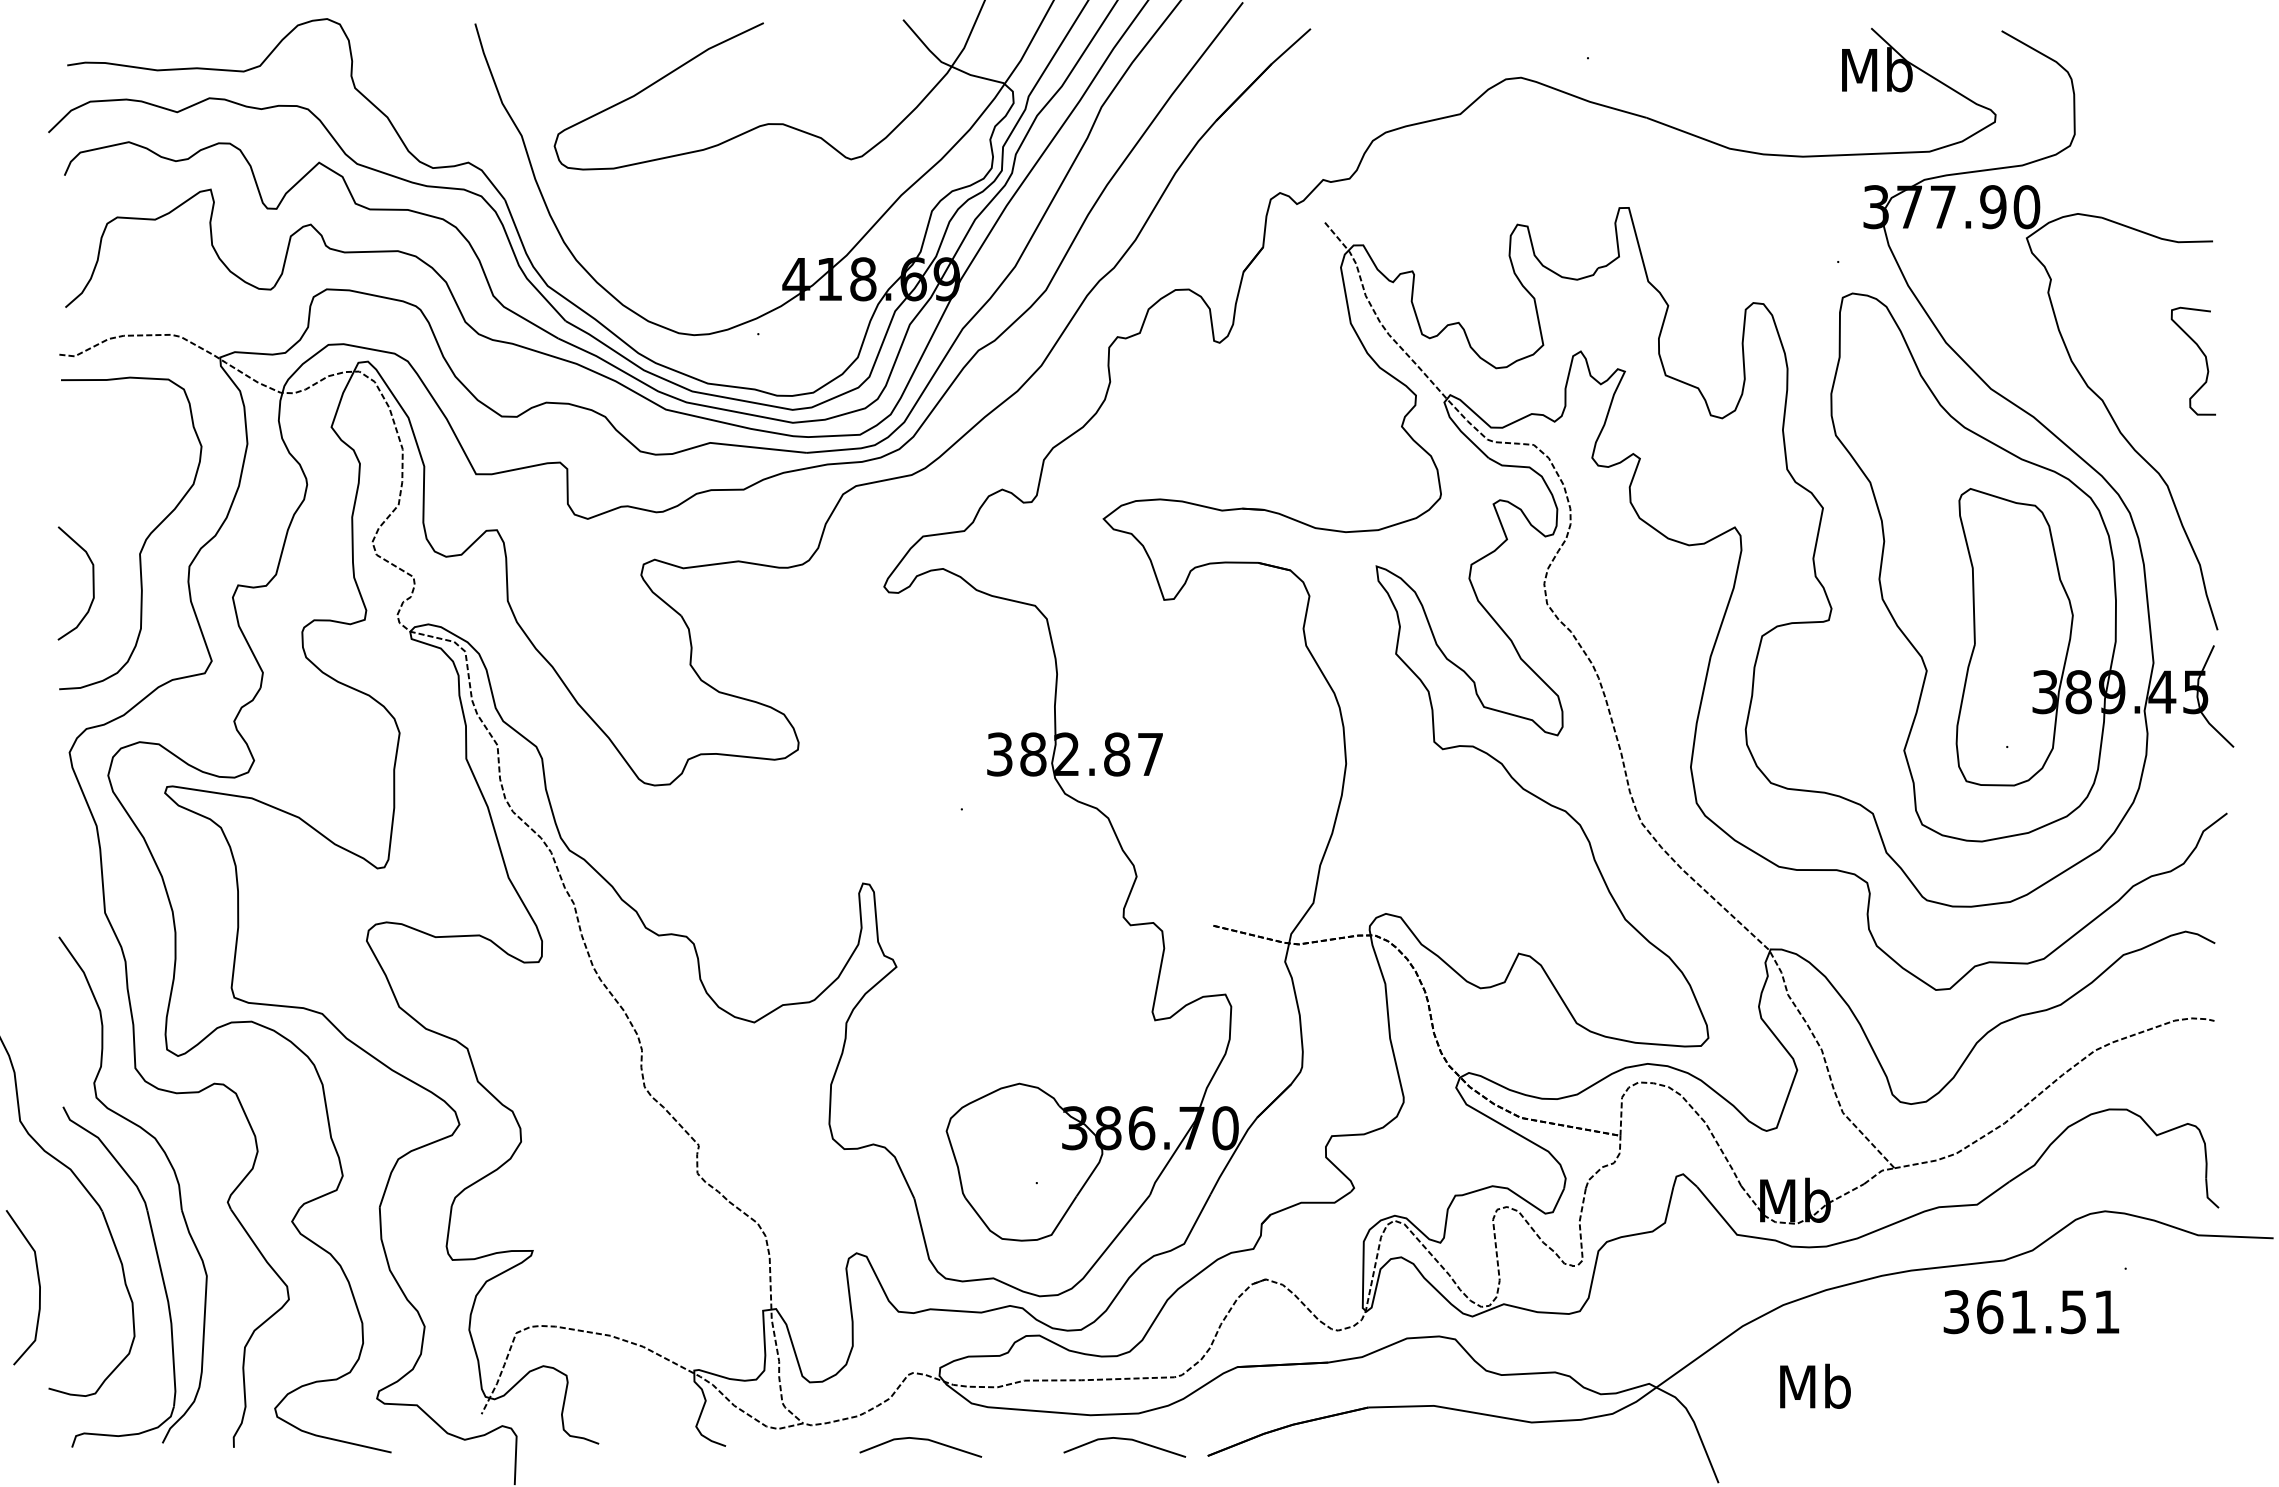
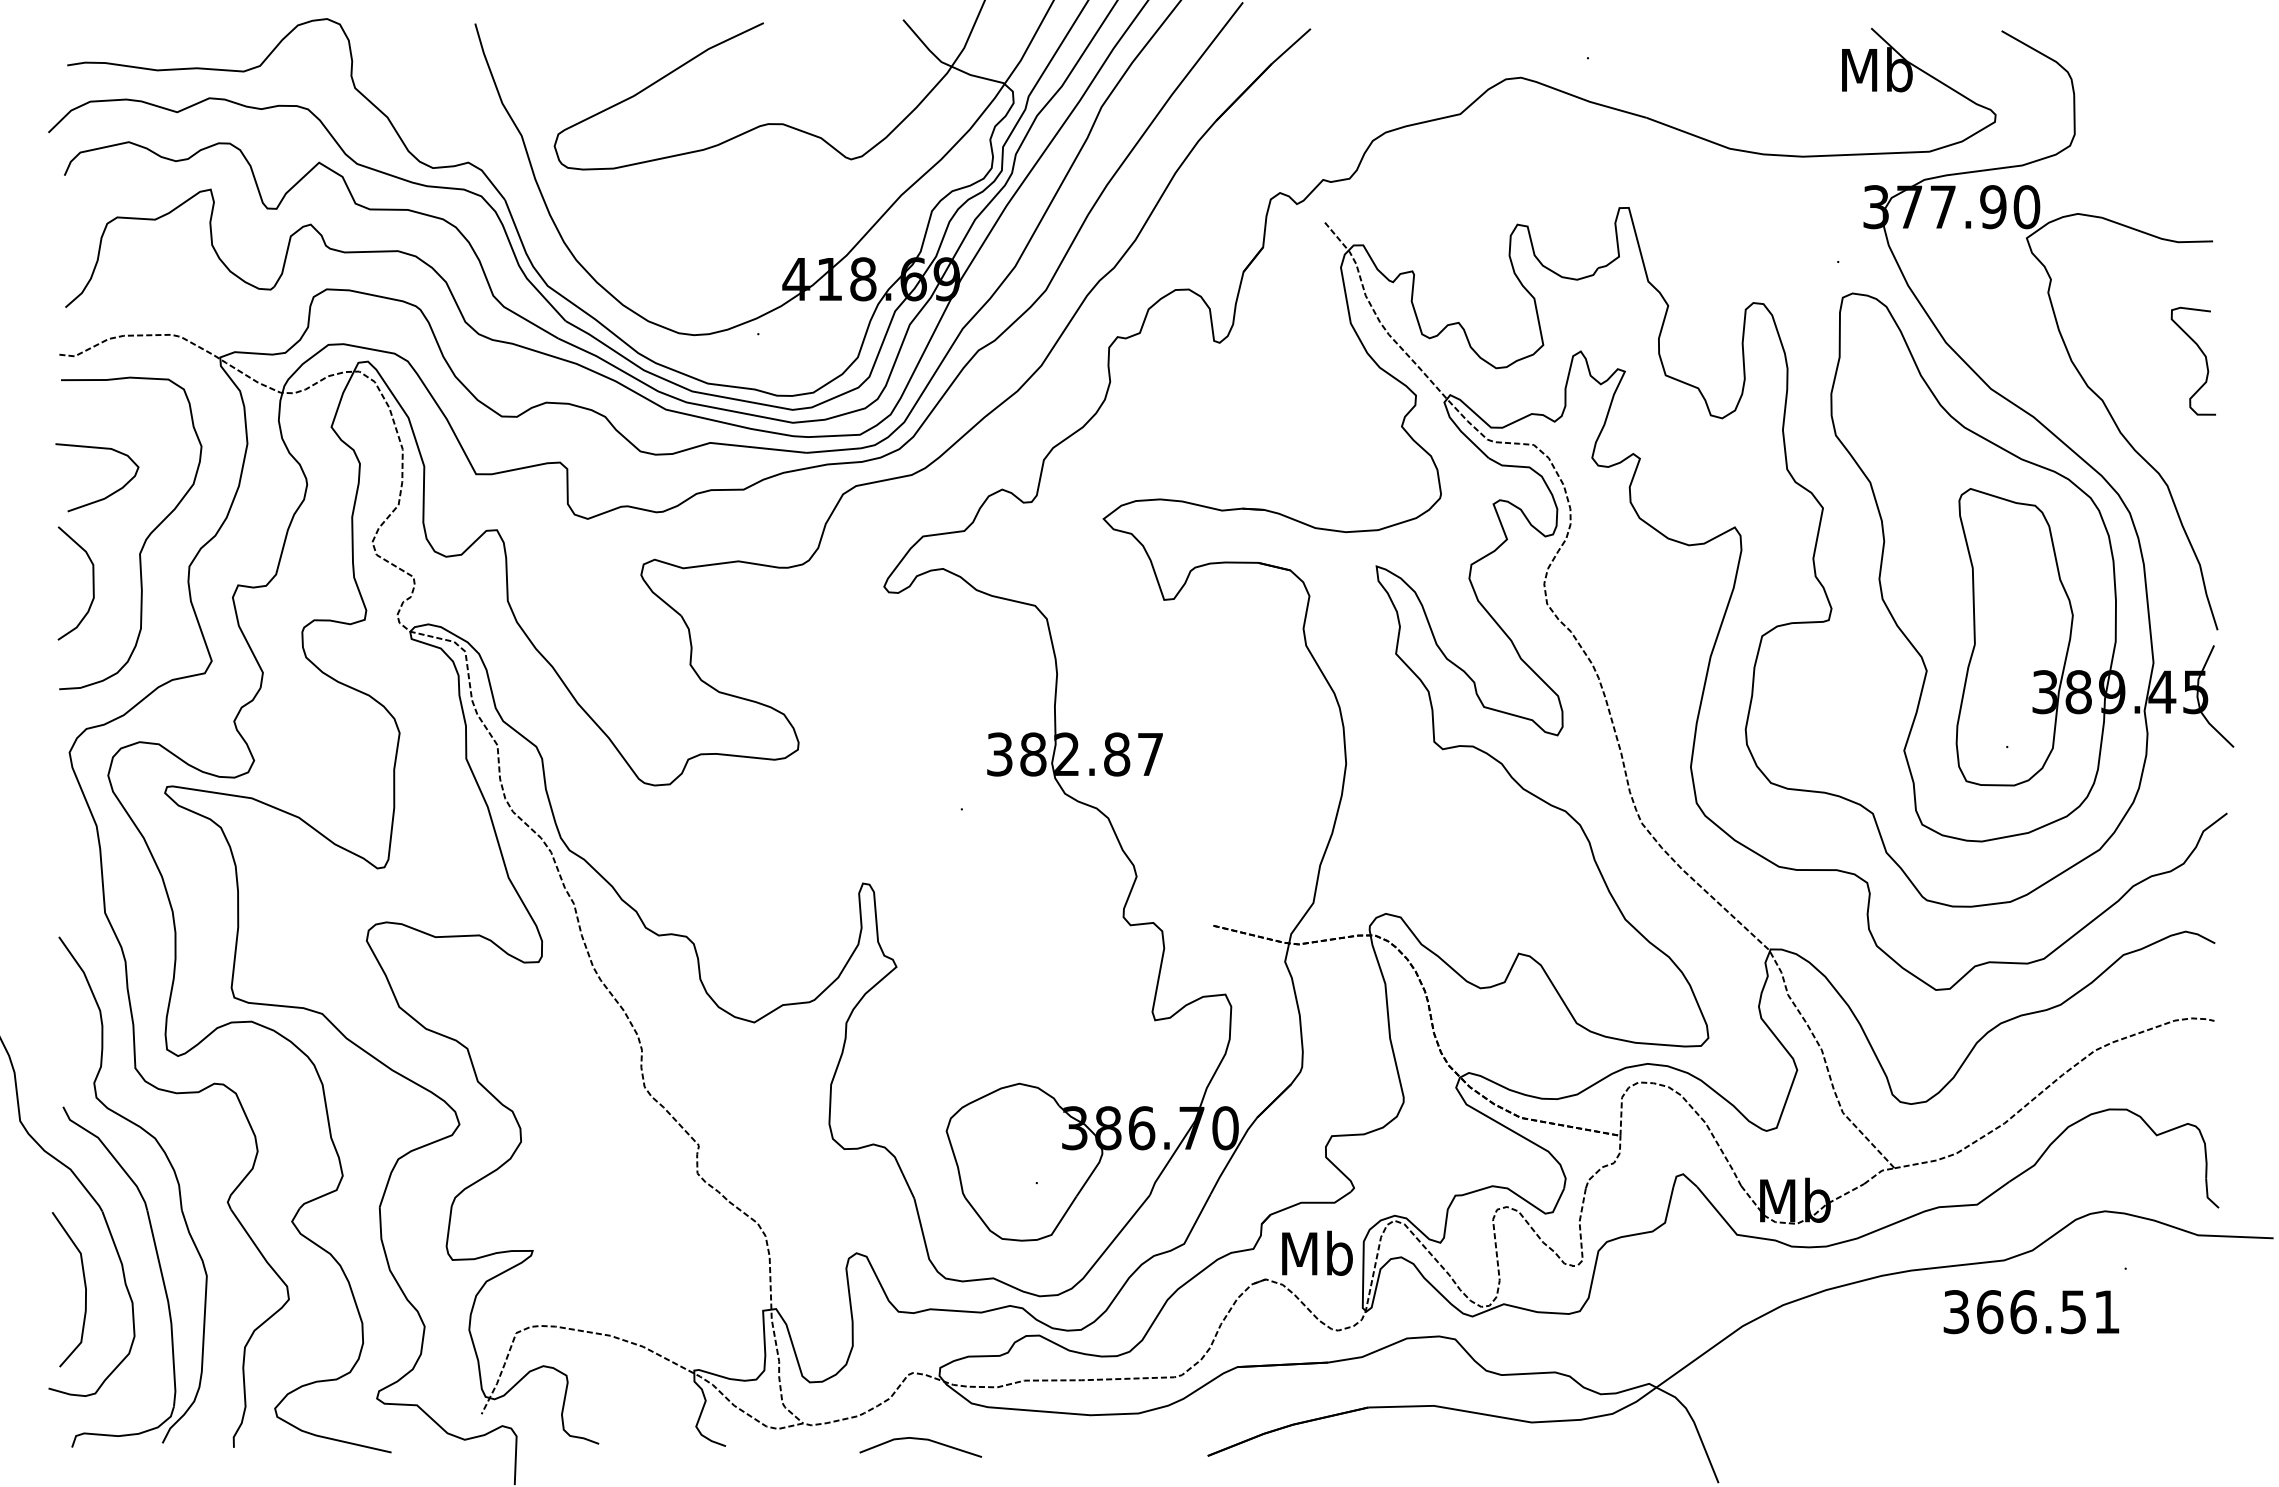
curve at (107, 495): none -> present
curve at (38, 1285) position: (38, 1285) -> (84, 1287)
text at (2023, 1312): 361.51 -> 366.51
text at (1815, 1385) position: (1815, 1385) -> (1317, 1252)
line at (1127, 1440): present -> none
